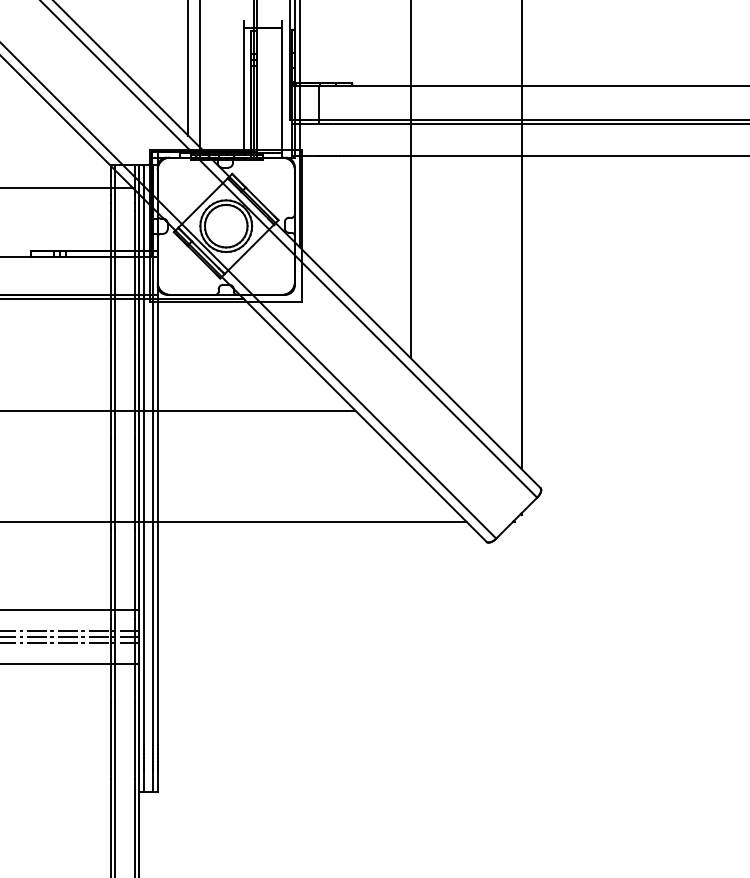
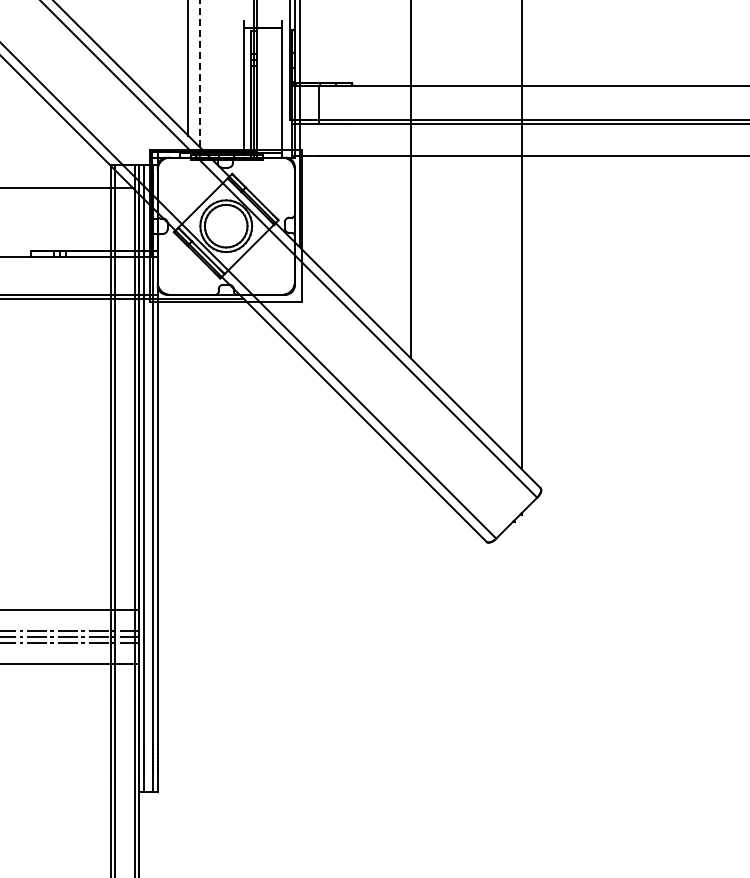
line at (200, 78): solid -> dashed
line at (178, 410): present -> none
line at (234, 521): present -> none
